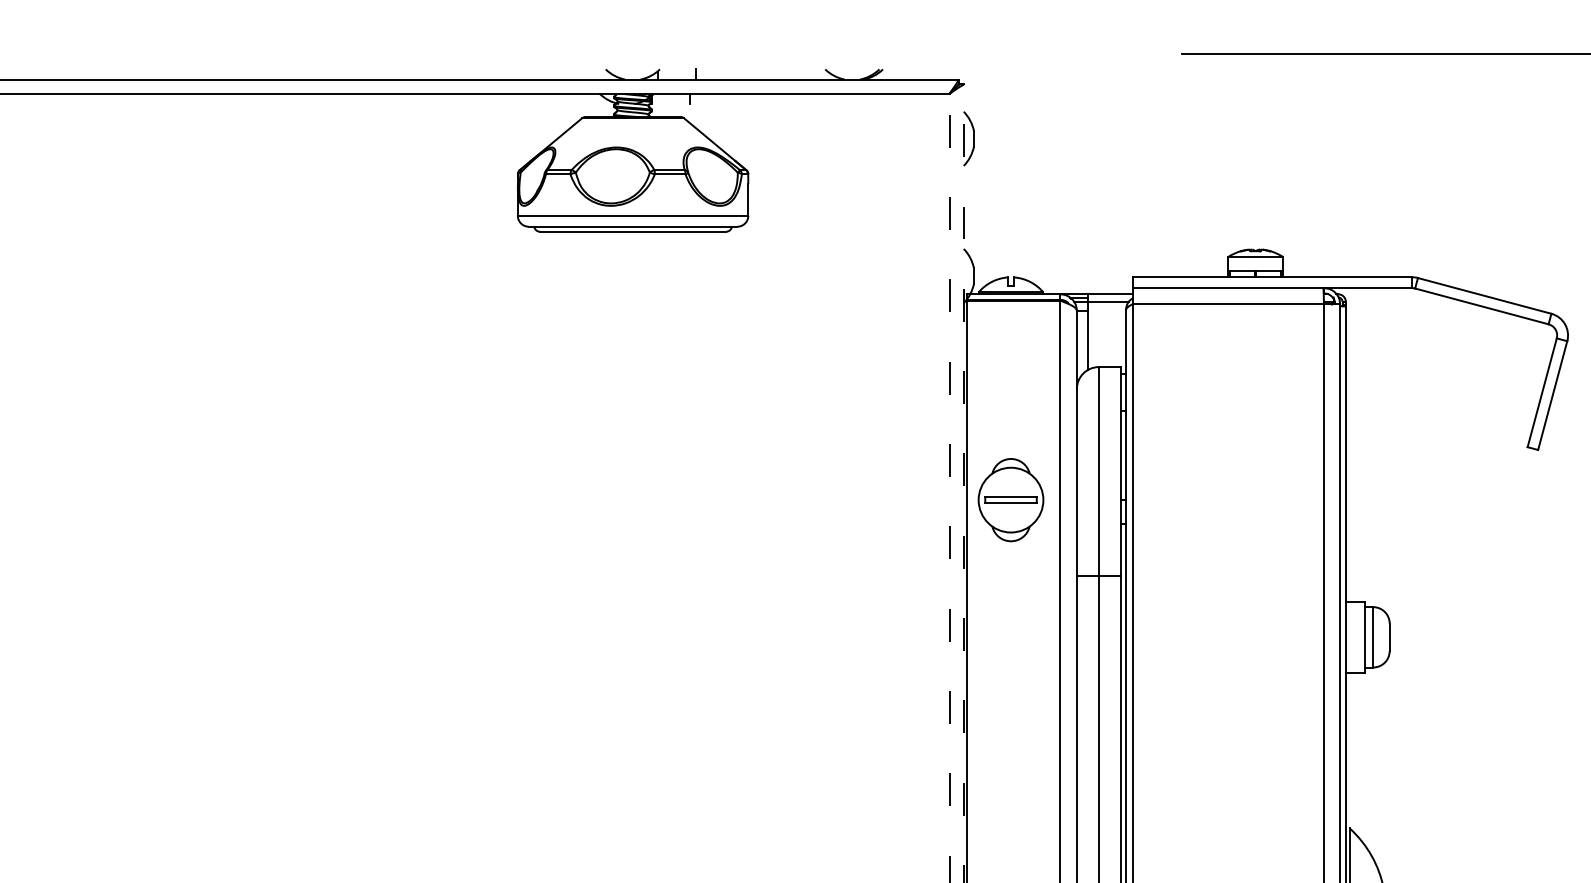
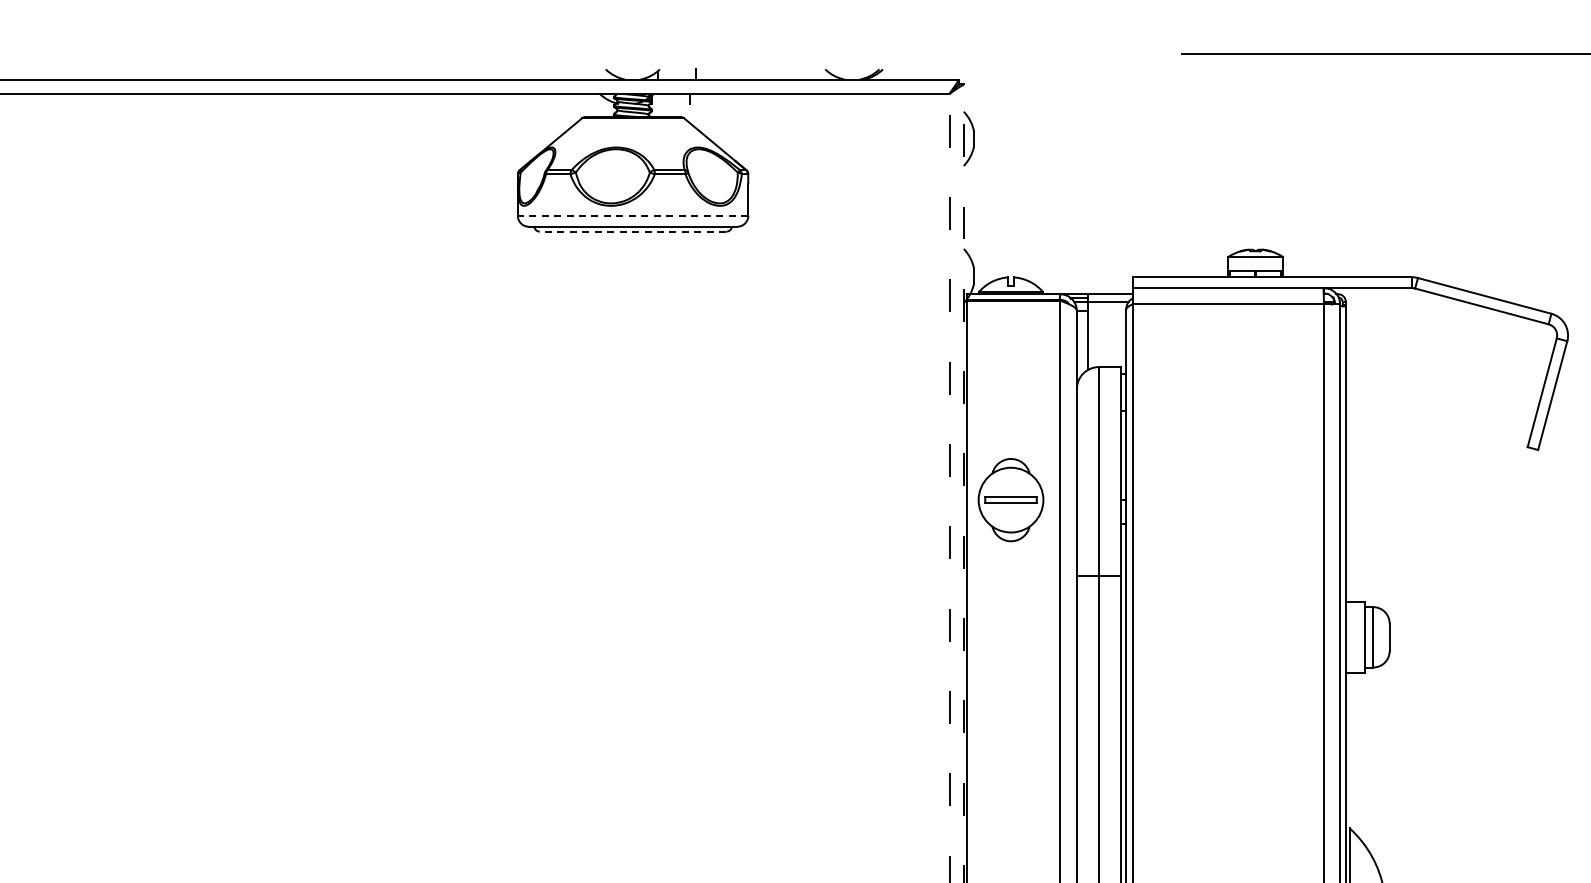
line at (632, 215): solid -> dashed
line at (632, 231): solid -> dashed
